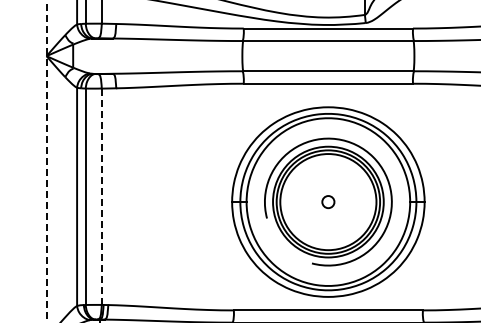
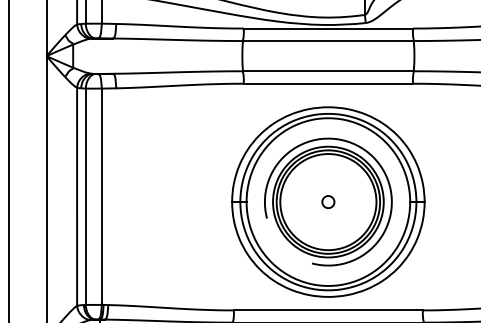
line at (9, 160): none -> present
line at (46, 161): dashed -> solid
line at (101, 197): dashed -> solid
